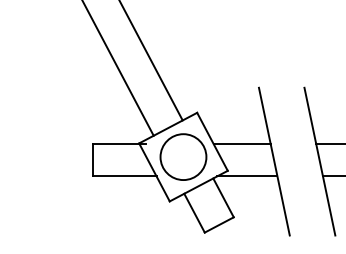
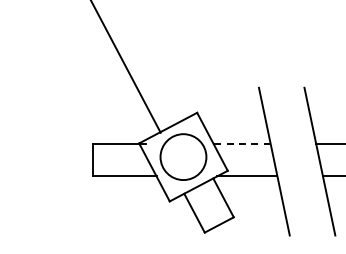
line at (151, 61): present -> none
line at (118, 68) position: (118, 68) -> (126, 67)
line at (242, 143): solid -> dashed
